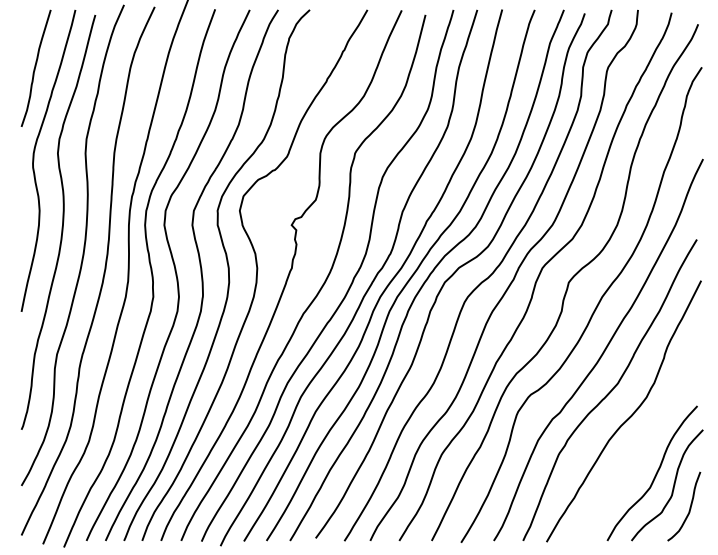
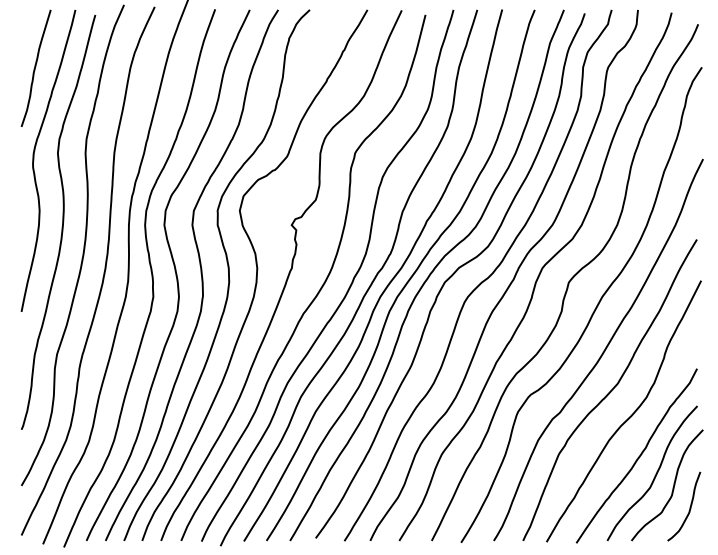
curve at (638, 456): none -> present
